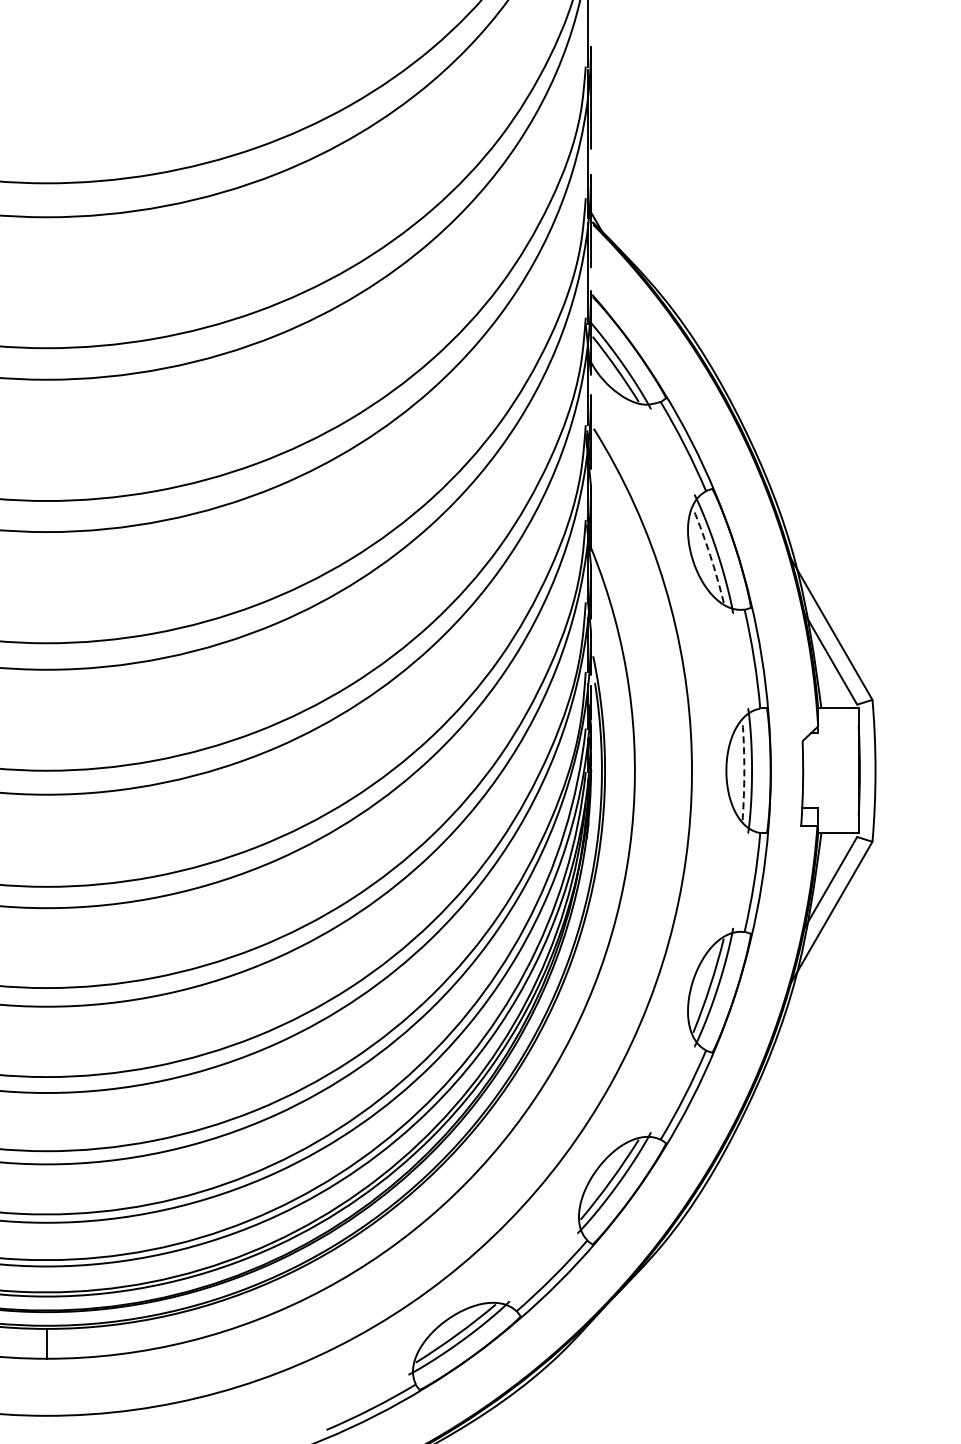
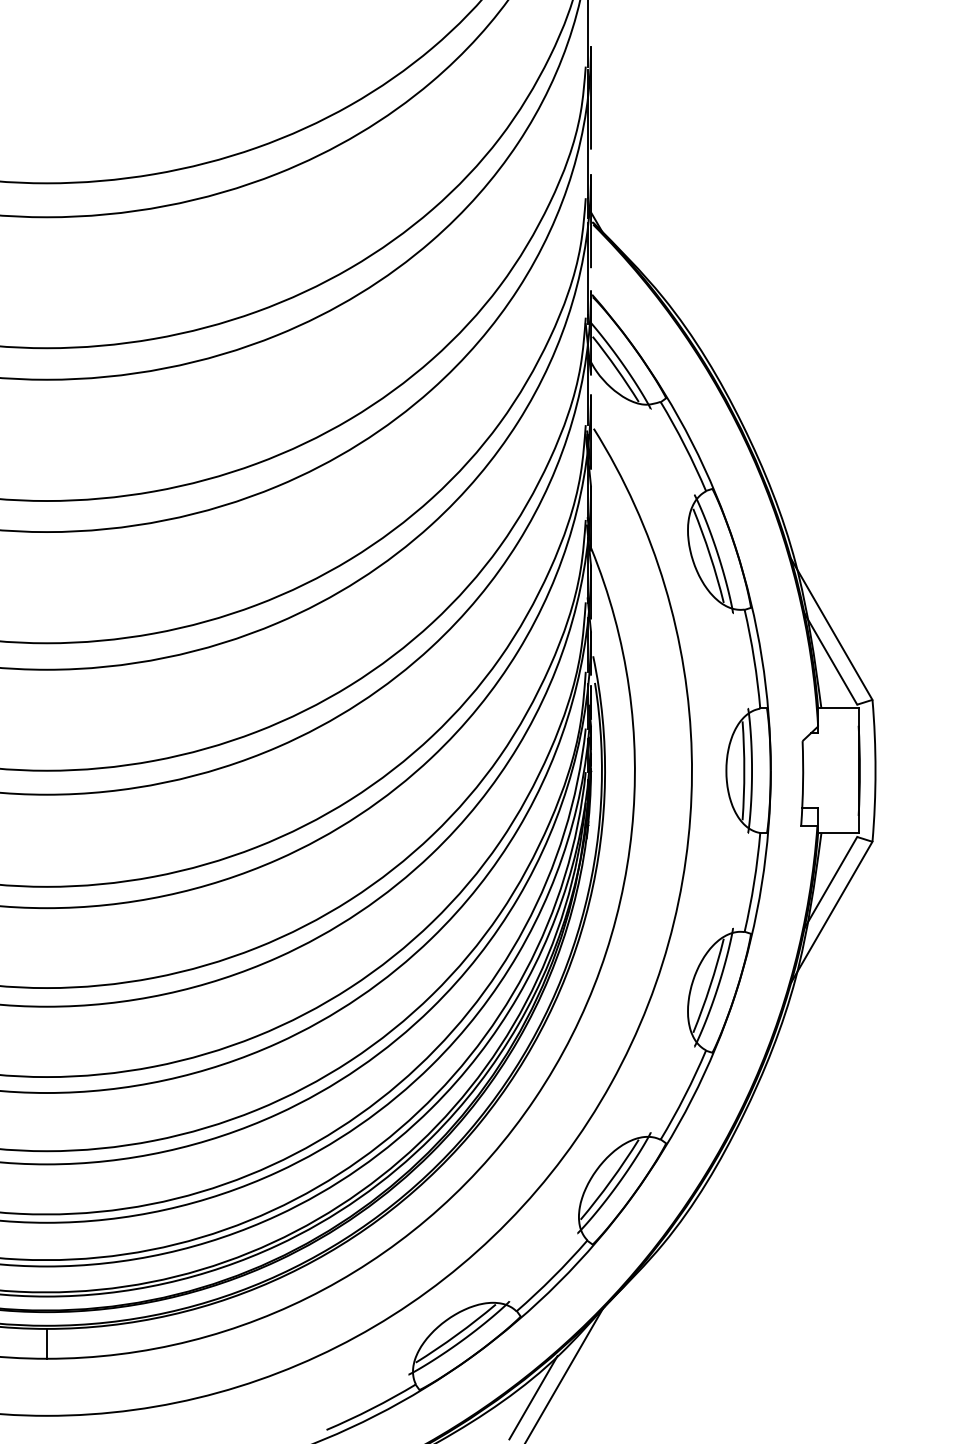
arc at (710, 555): dashed -> solid
arc at (744, 770): dashed -> solid
line at (564, 1374): none -> present
line at (533, 1397): none -> present
